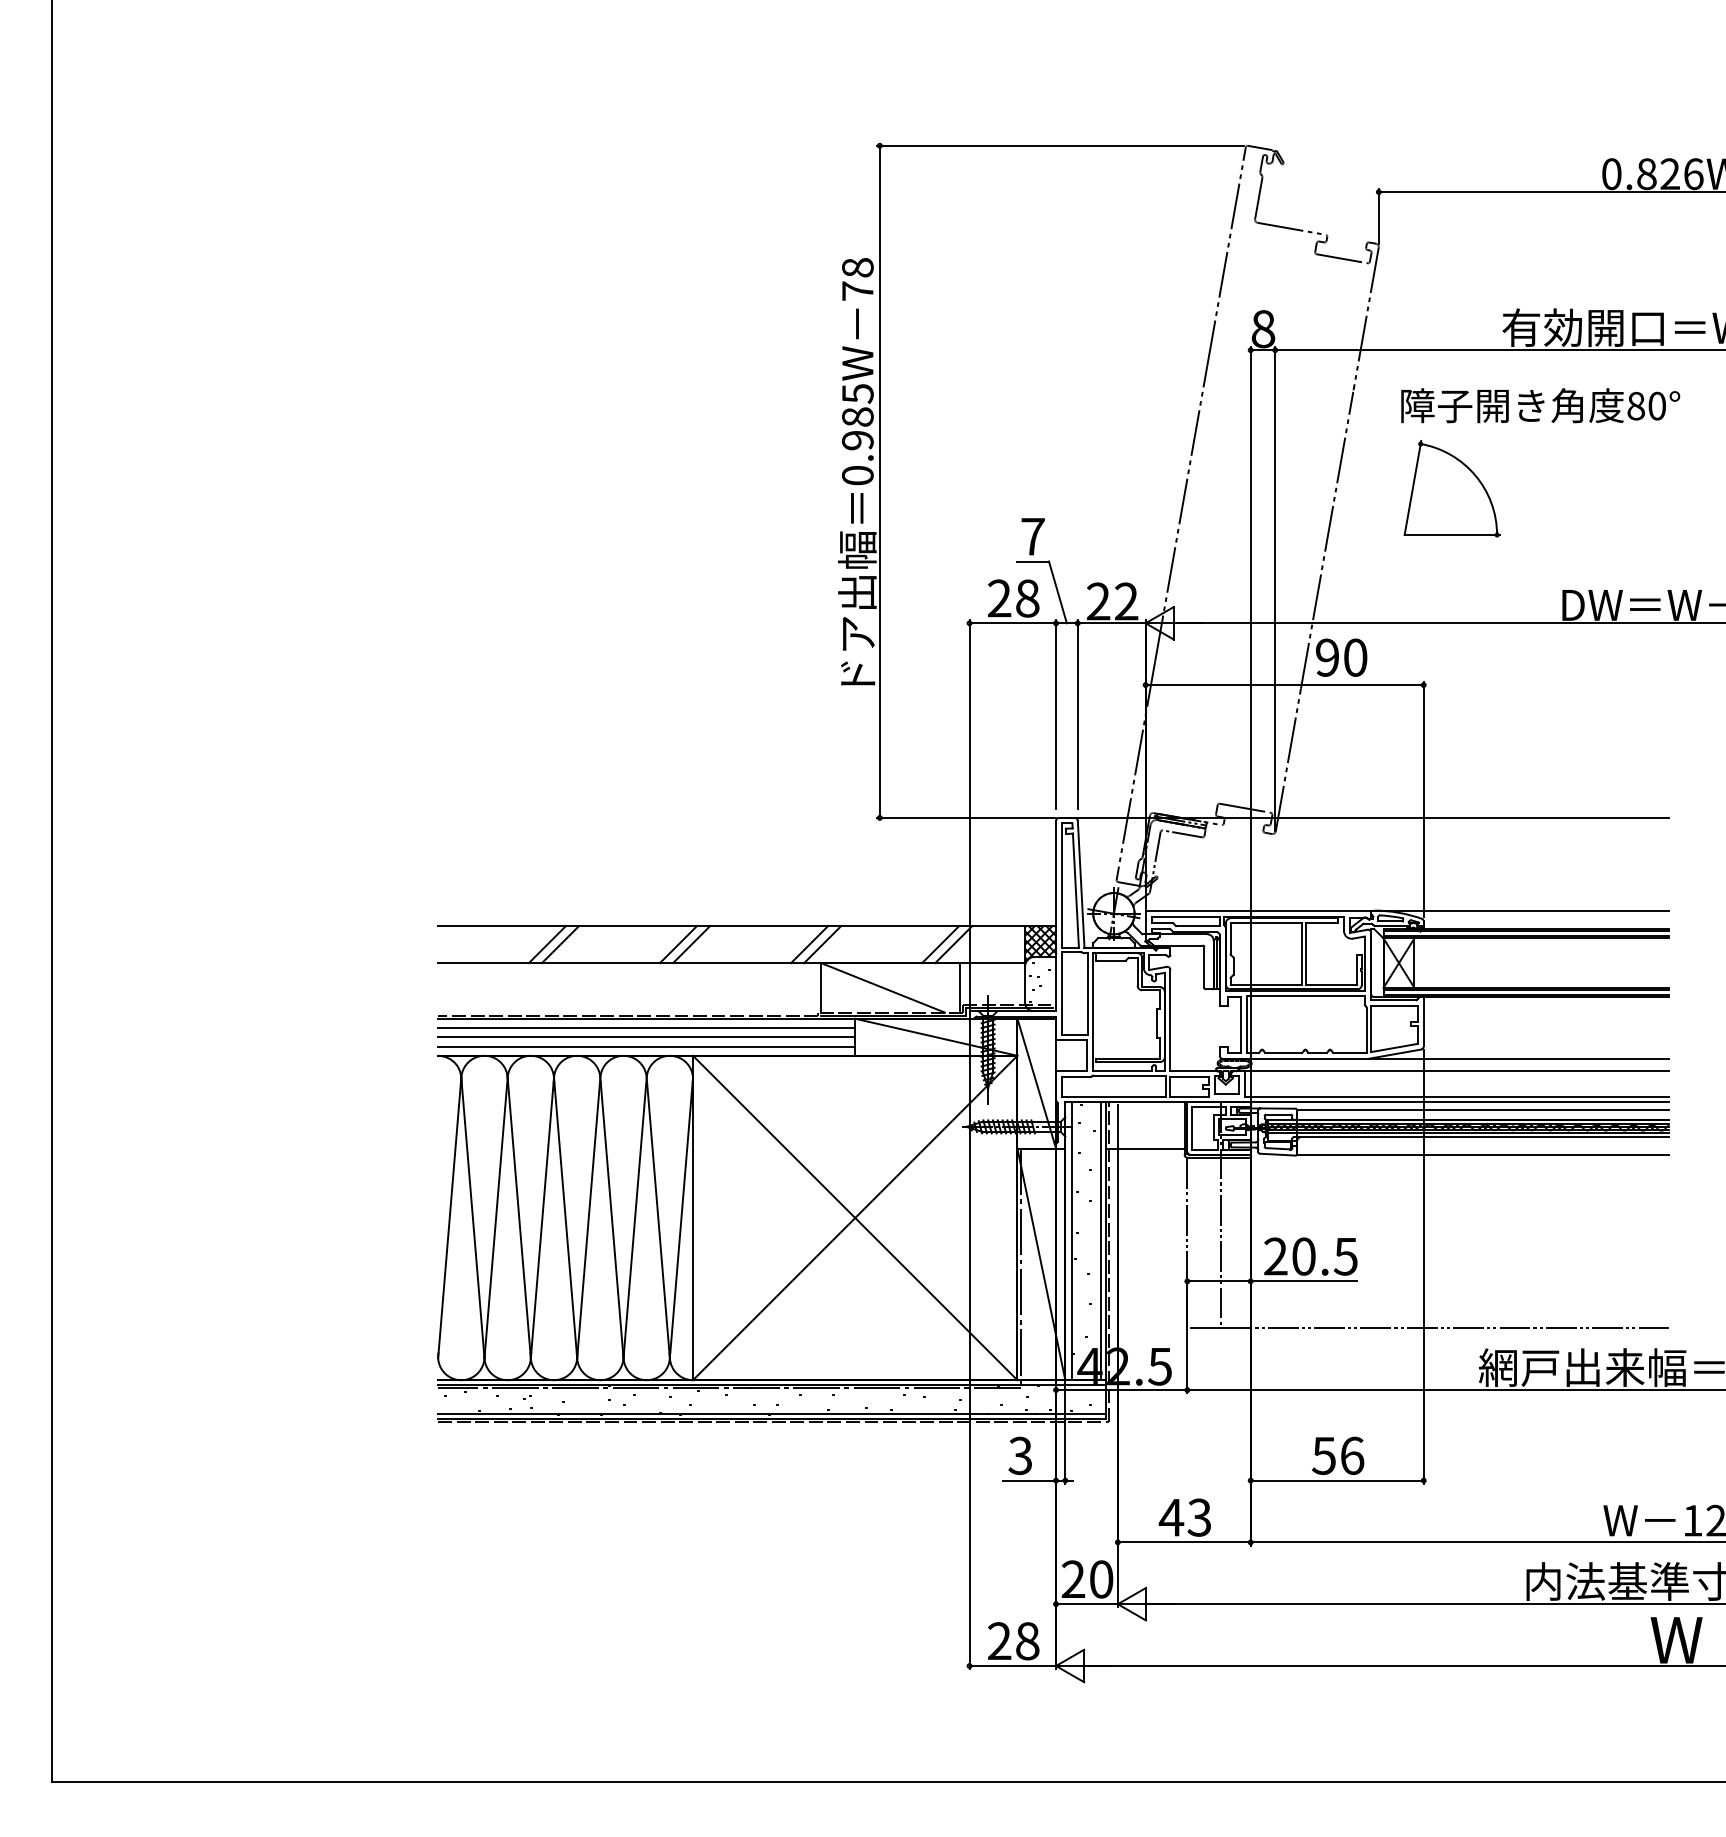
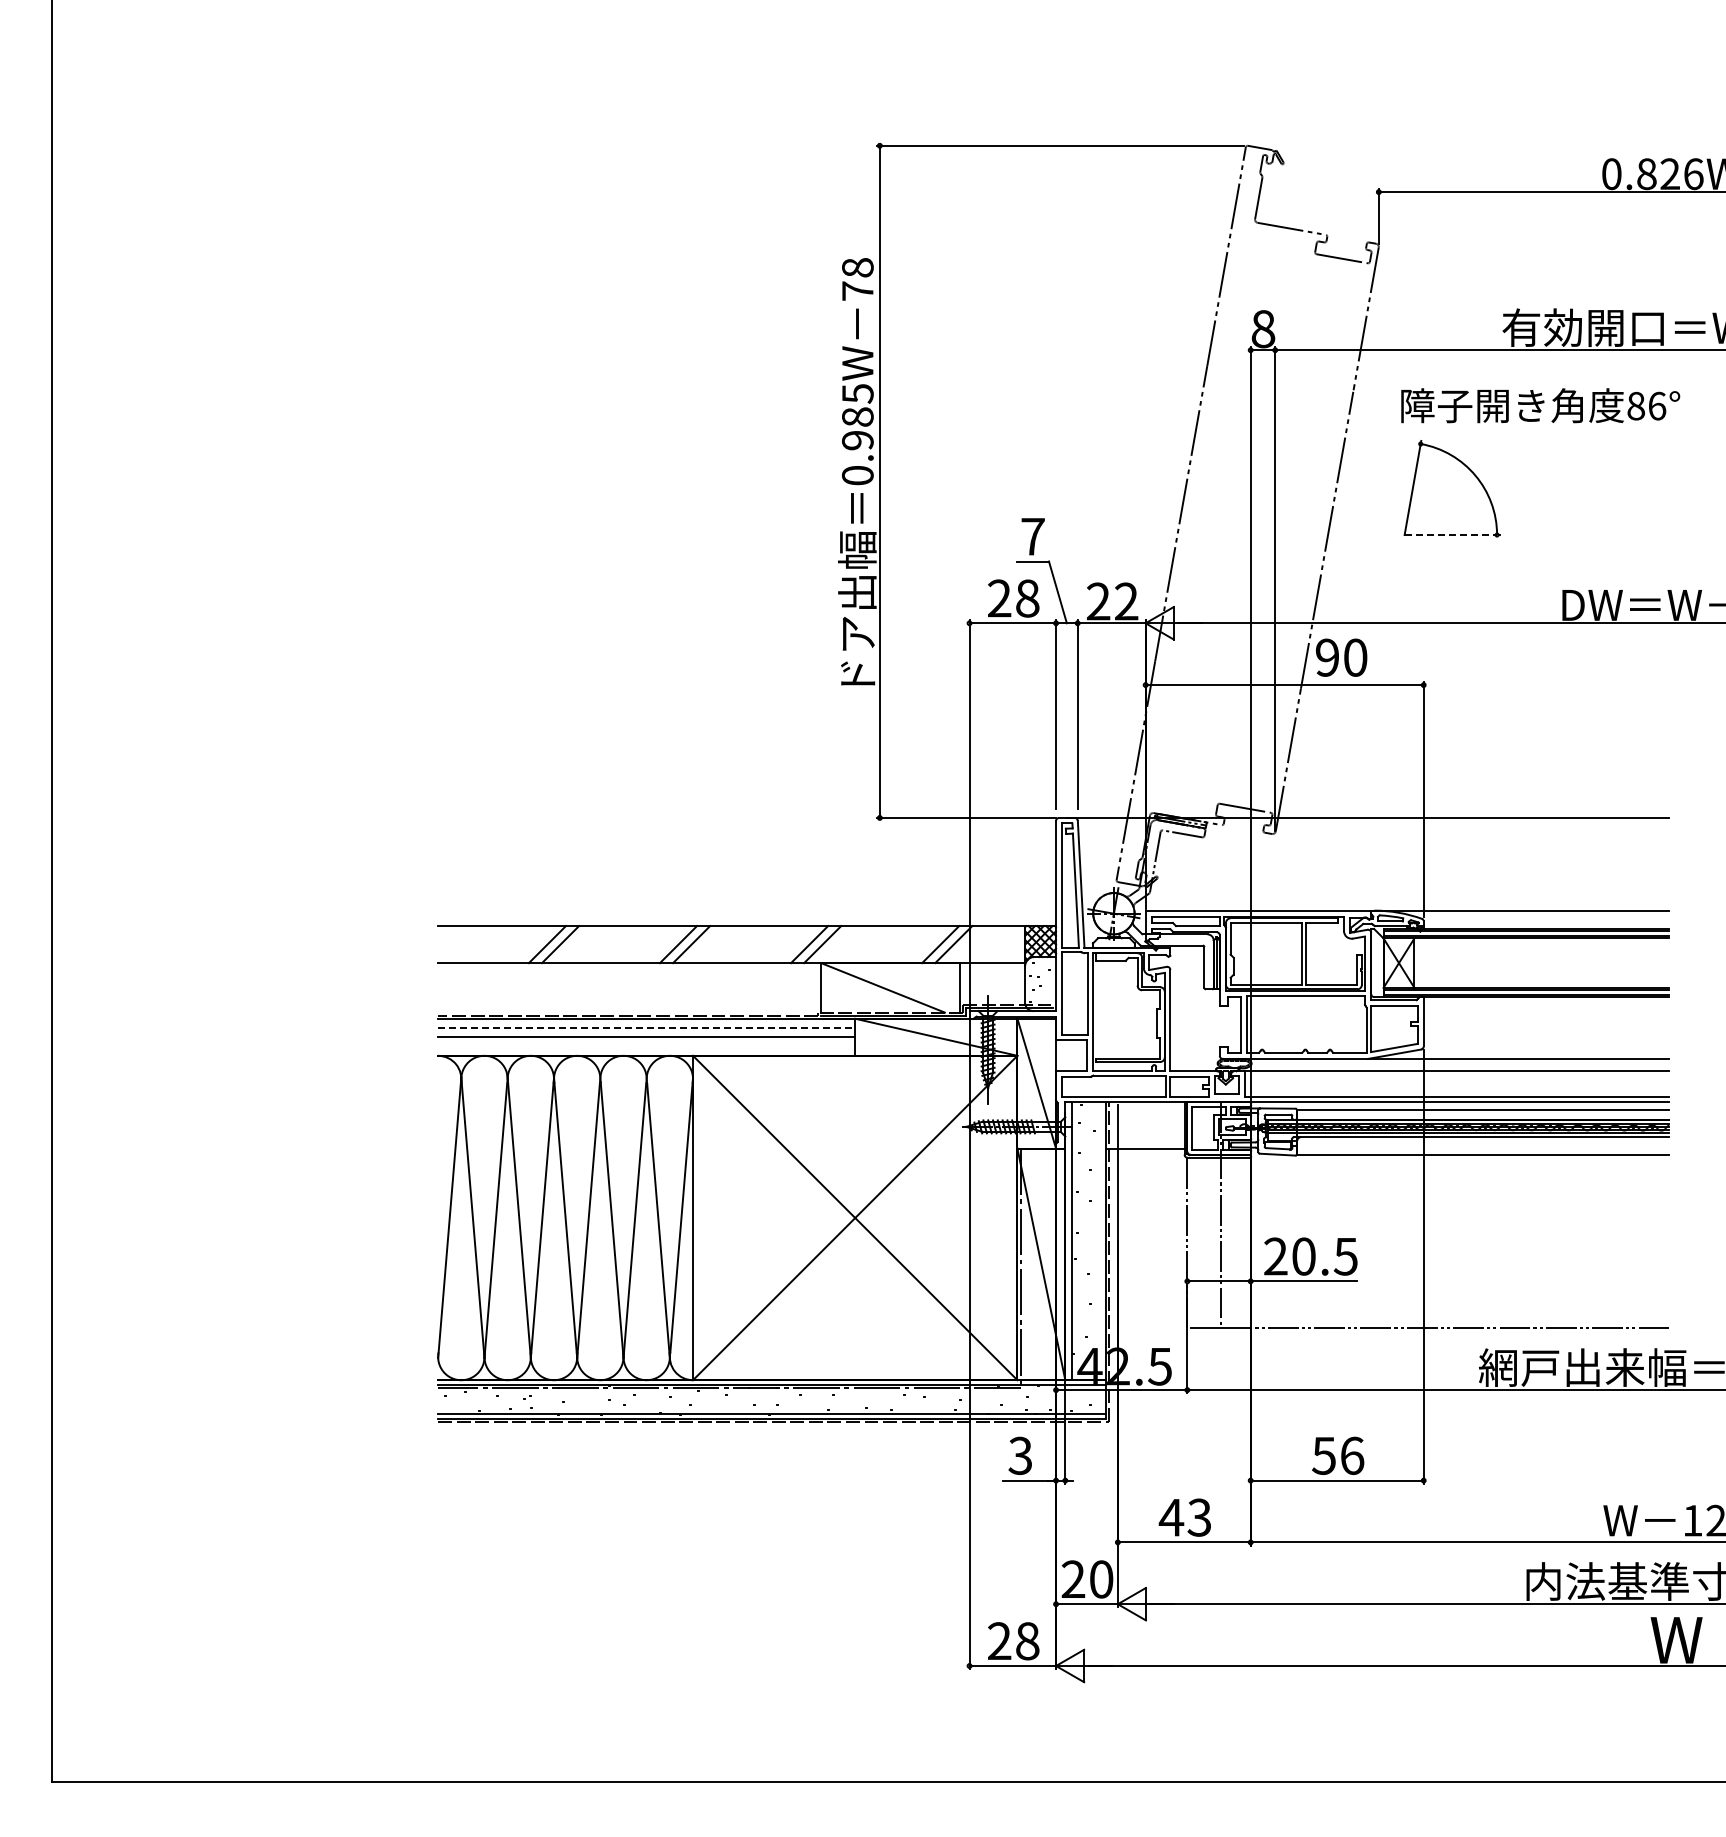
text at (1657, 405): 80° -> 86°
line at (1451, 535): solid -> dashed
line at (646, 1028): solid -> dashed
line at (646, 1046): present -> none
line at (1100, 1241): present -> none
